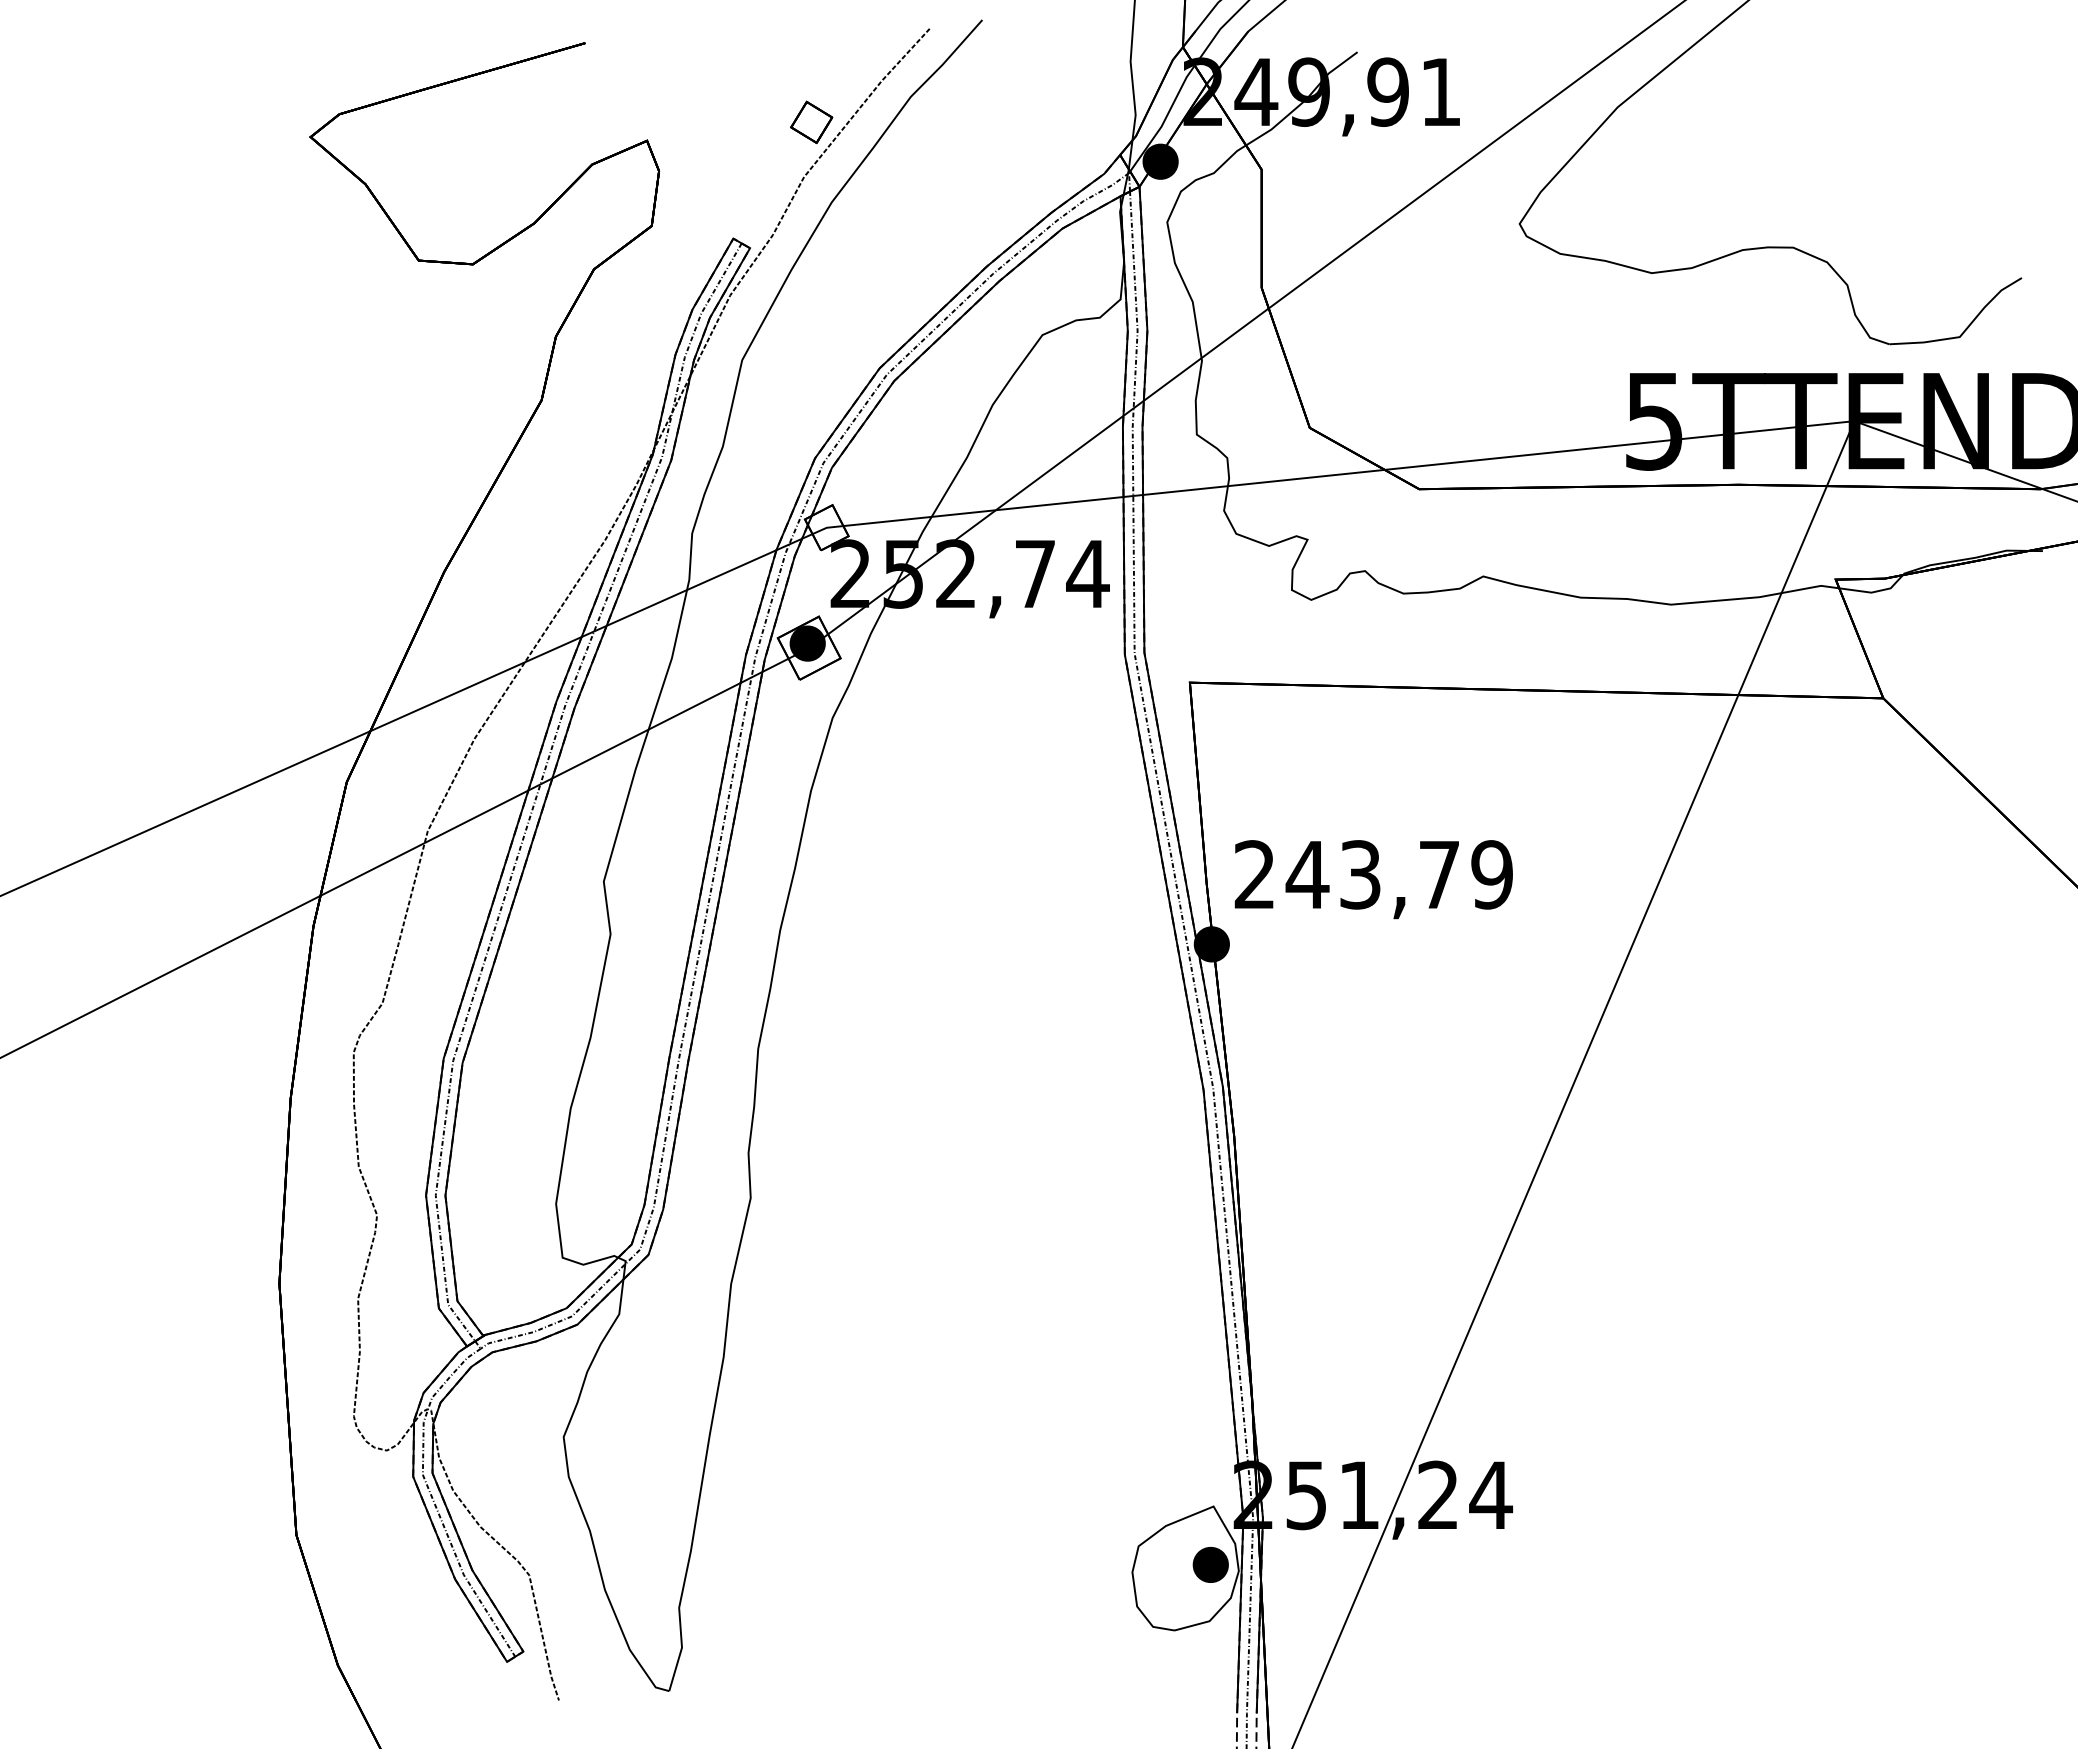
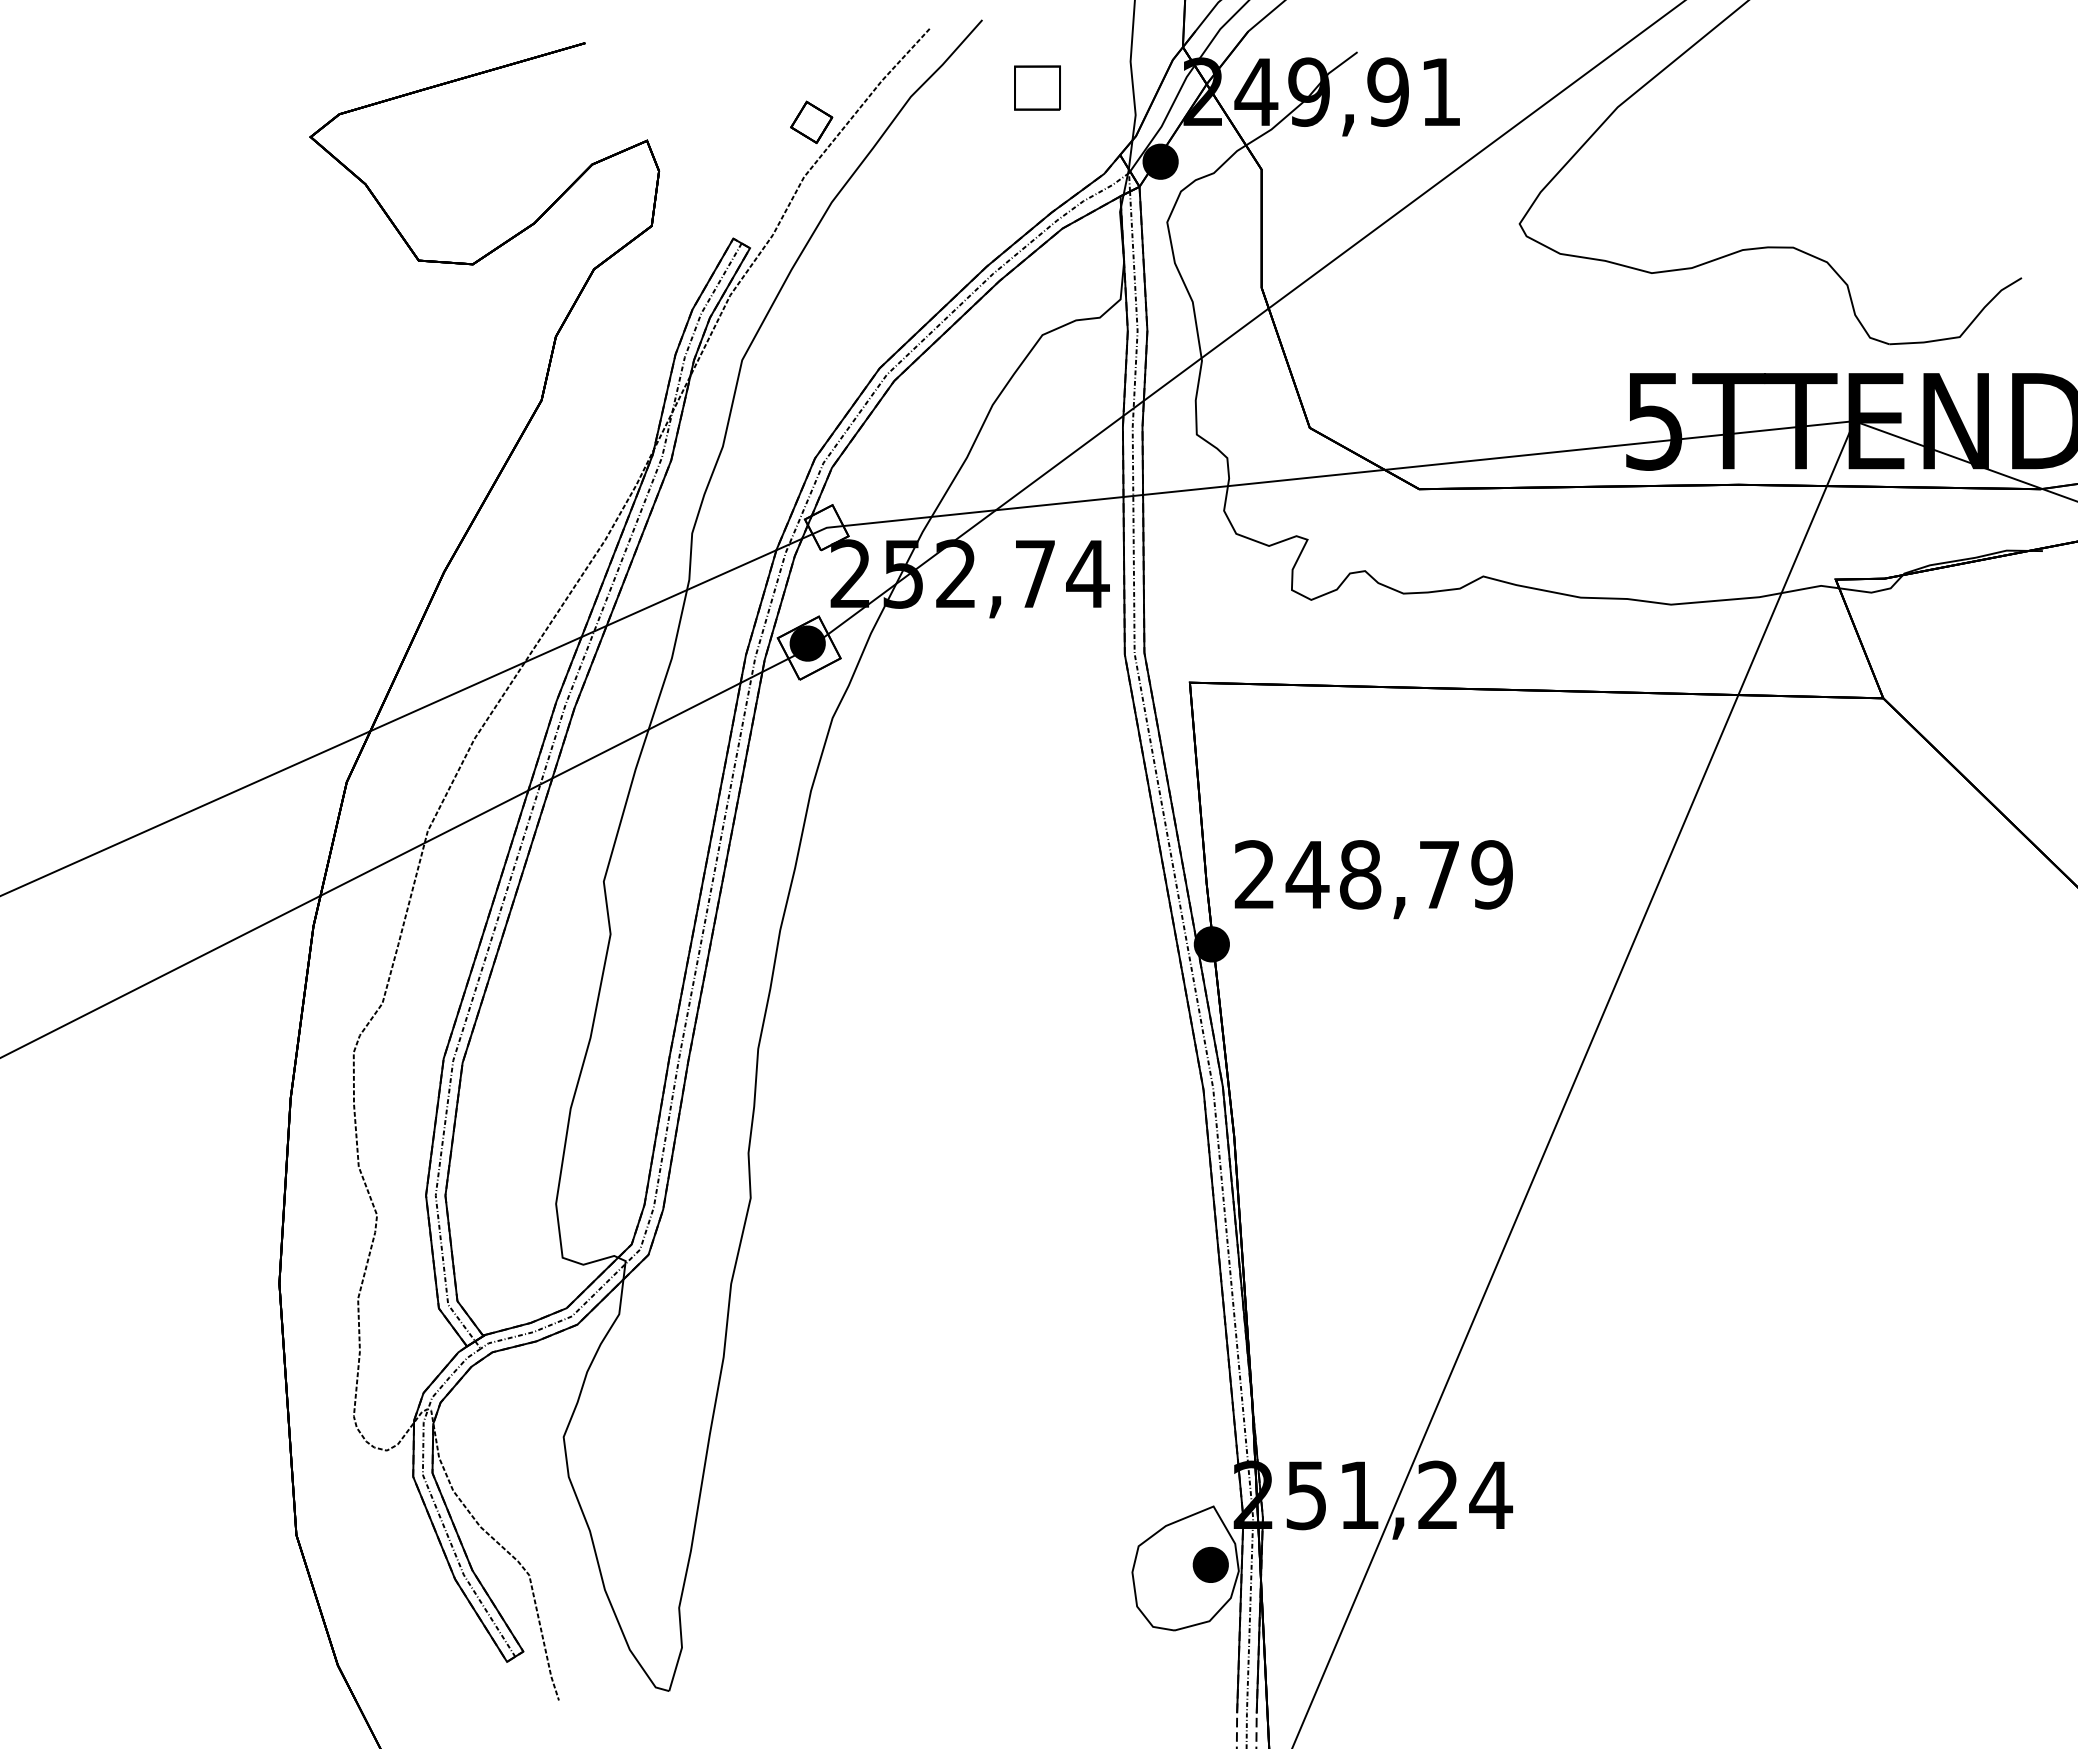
part at (1037, 87): none -> present
text at (1360, 874): 243,79 -> 248,79
